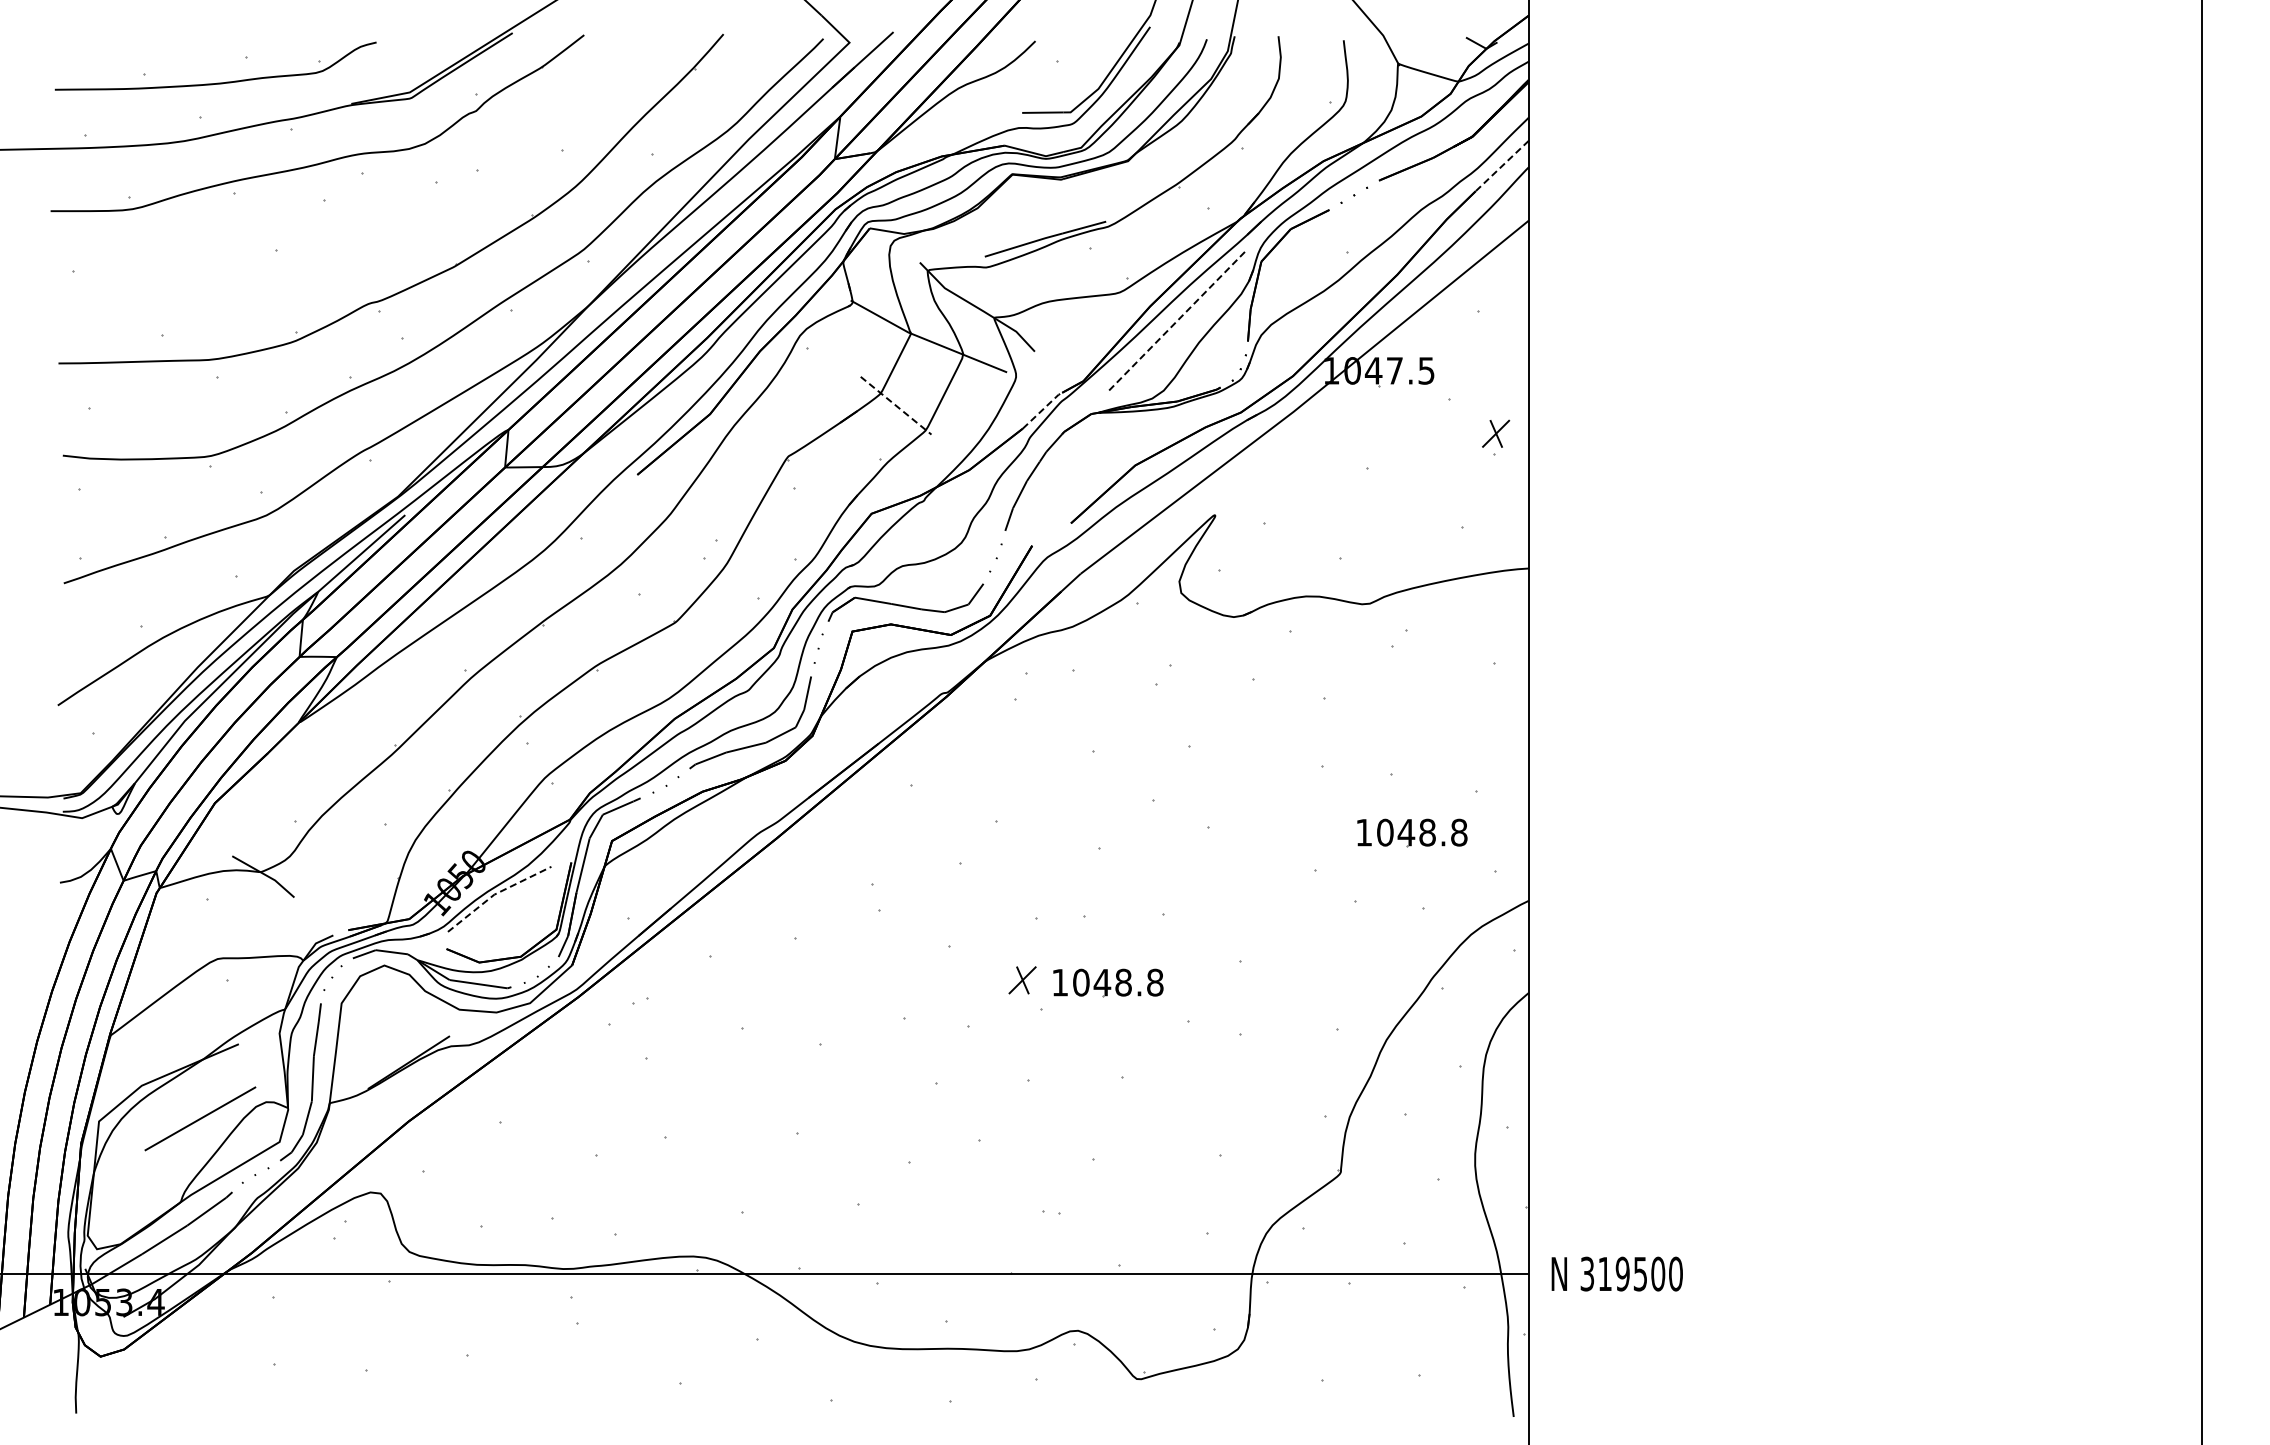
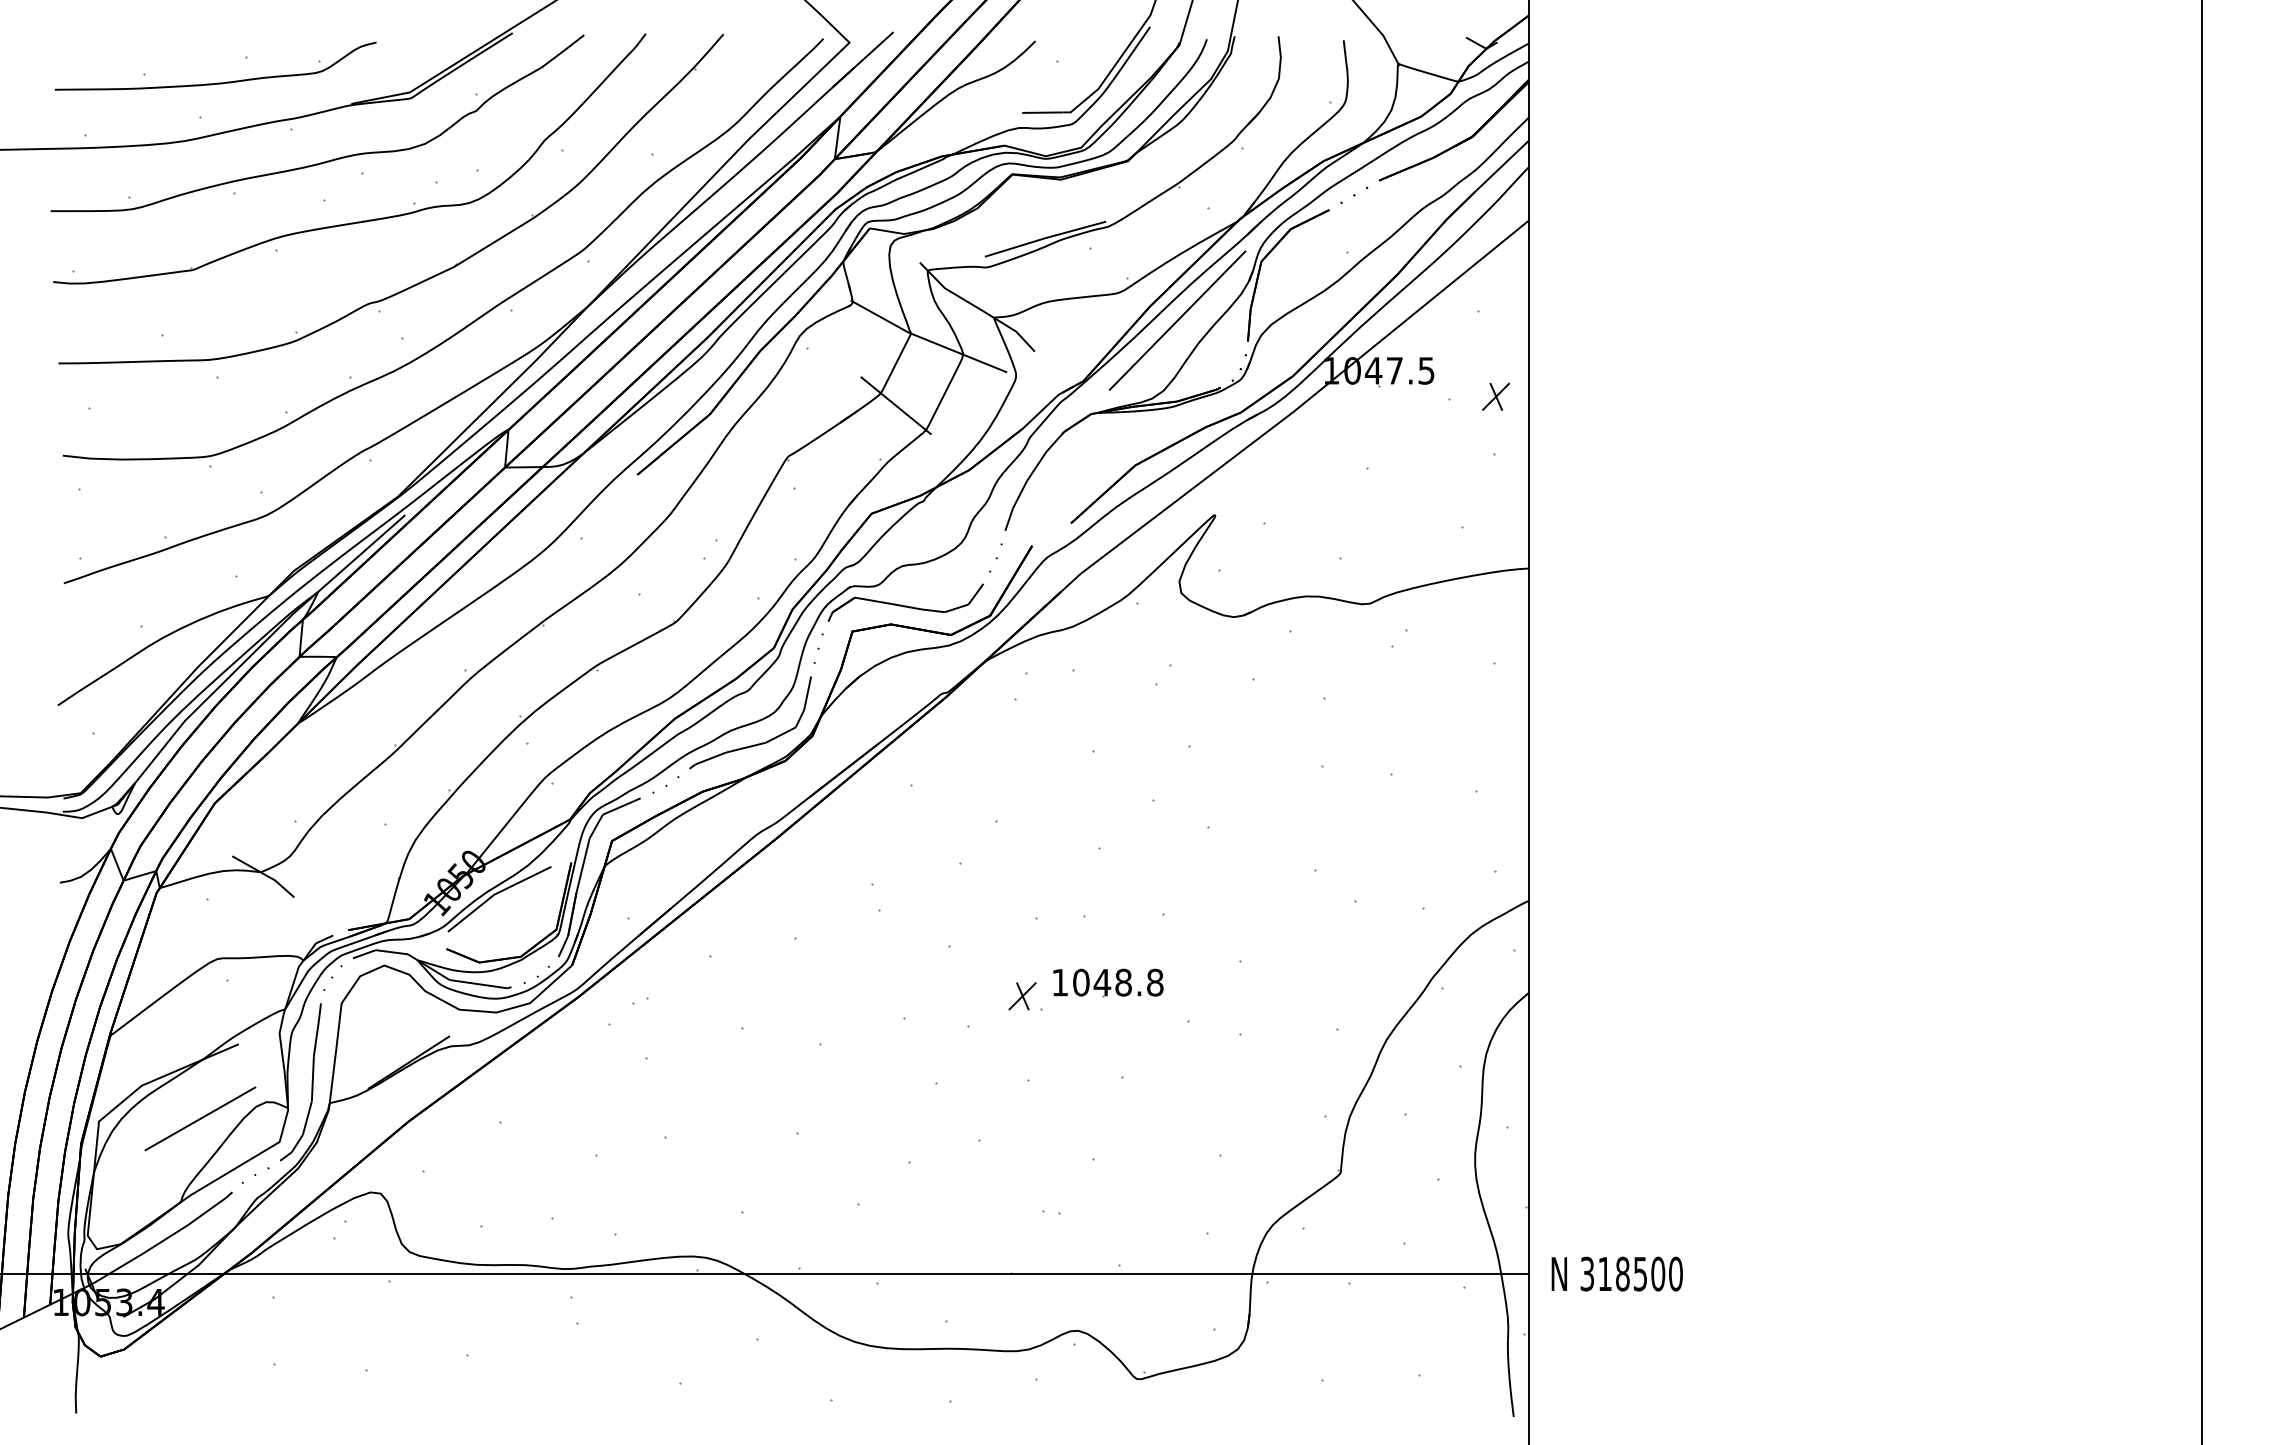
line at (1502, 166): dashed -> solid
part at (356, 221): none -> present
line at (1177, 320): dashed -> solid
line at (896, 405): dashed -> solid
line at (1042, 409): dashed -> solid
part at (1496, 433) position: (1496, 433) -> (1496, 396)
part at (1412, 832): present -> none
line at (496, 893): dashed -> solid
part at (1022, 980) position: (1022, 980) -> (1022, 996)
text at (1622, 1273): 319500 -> 318500
